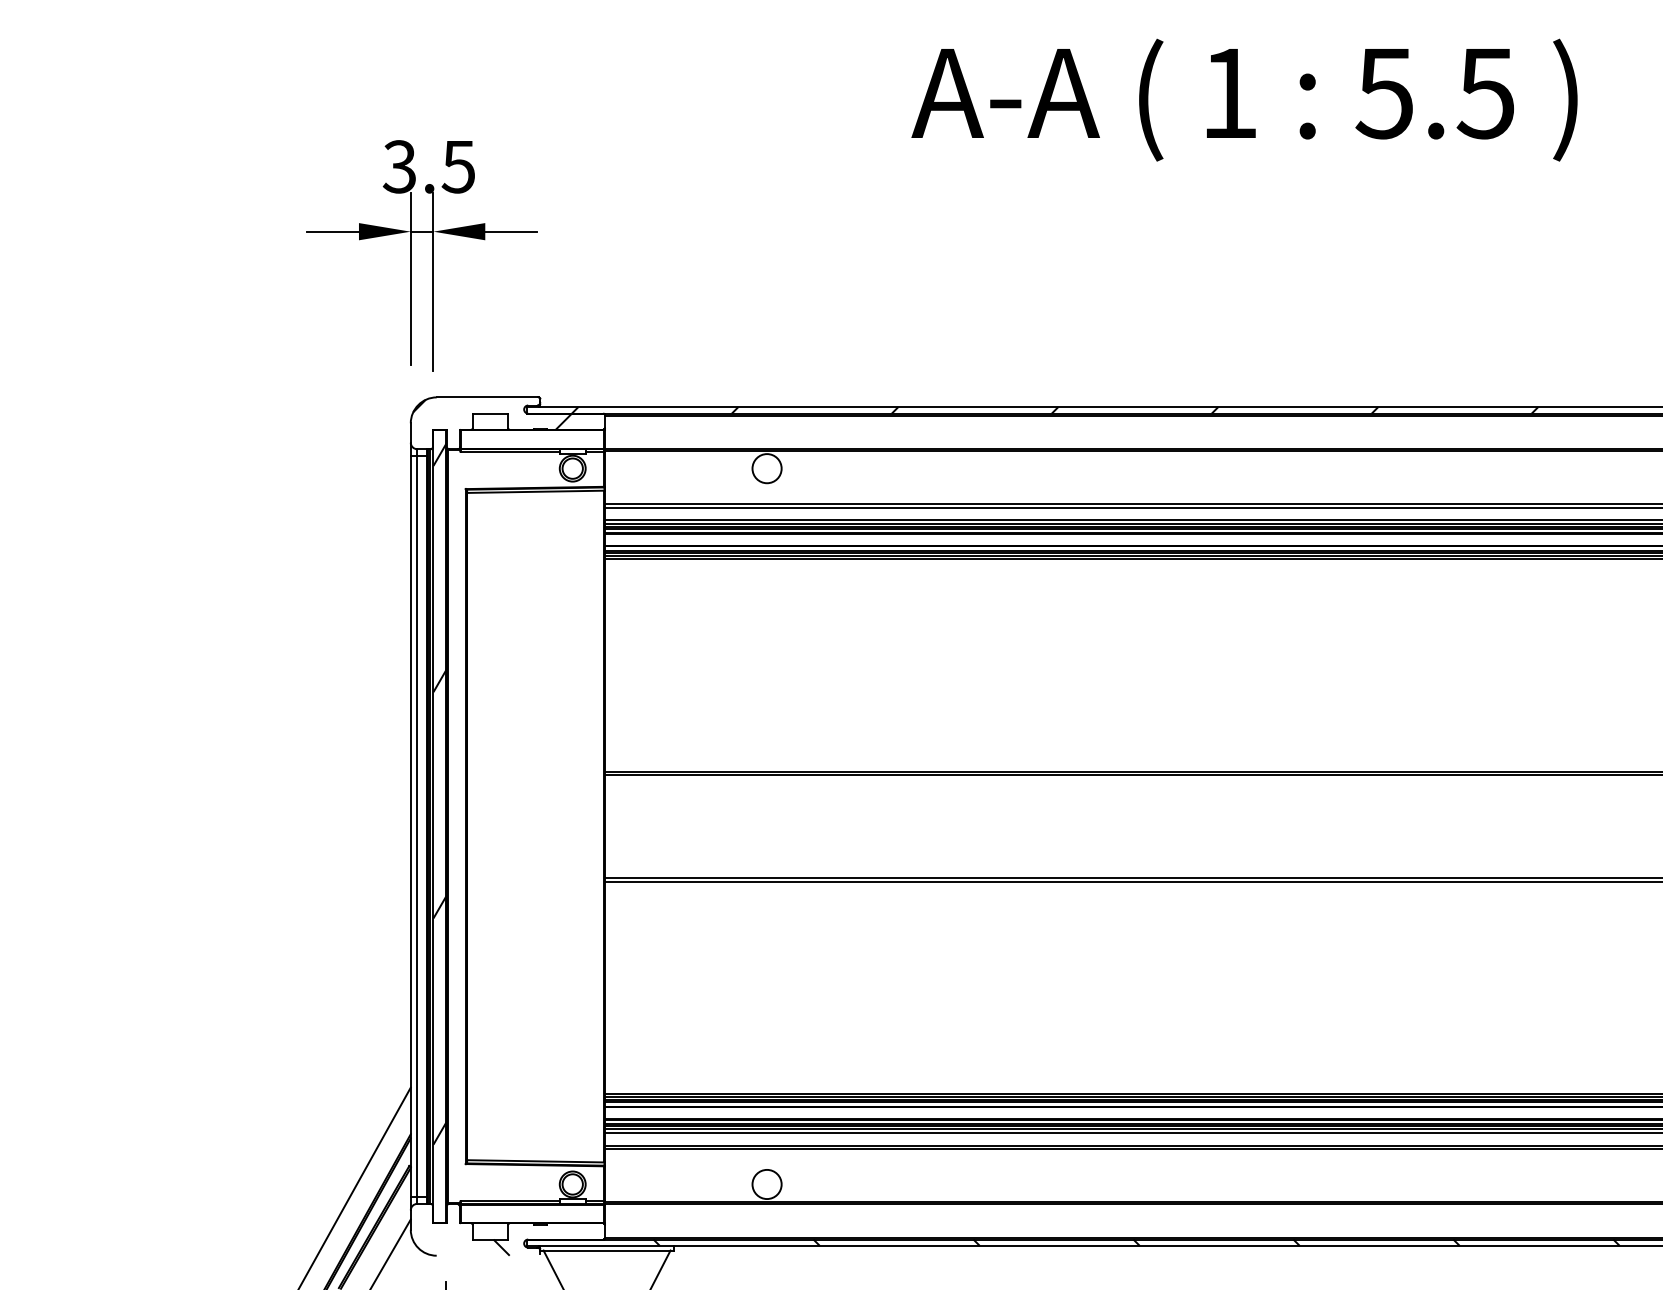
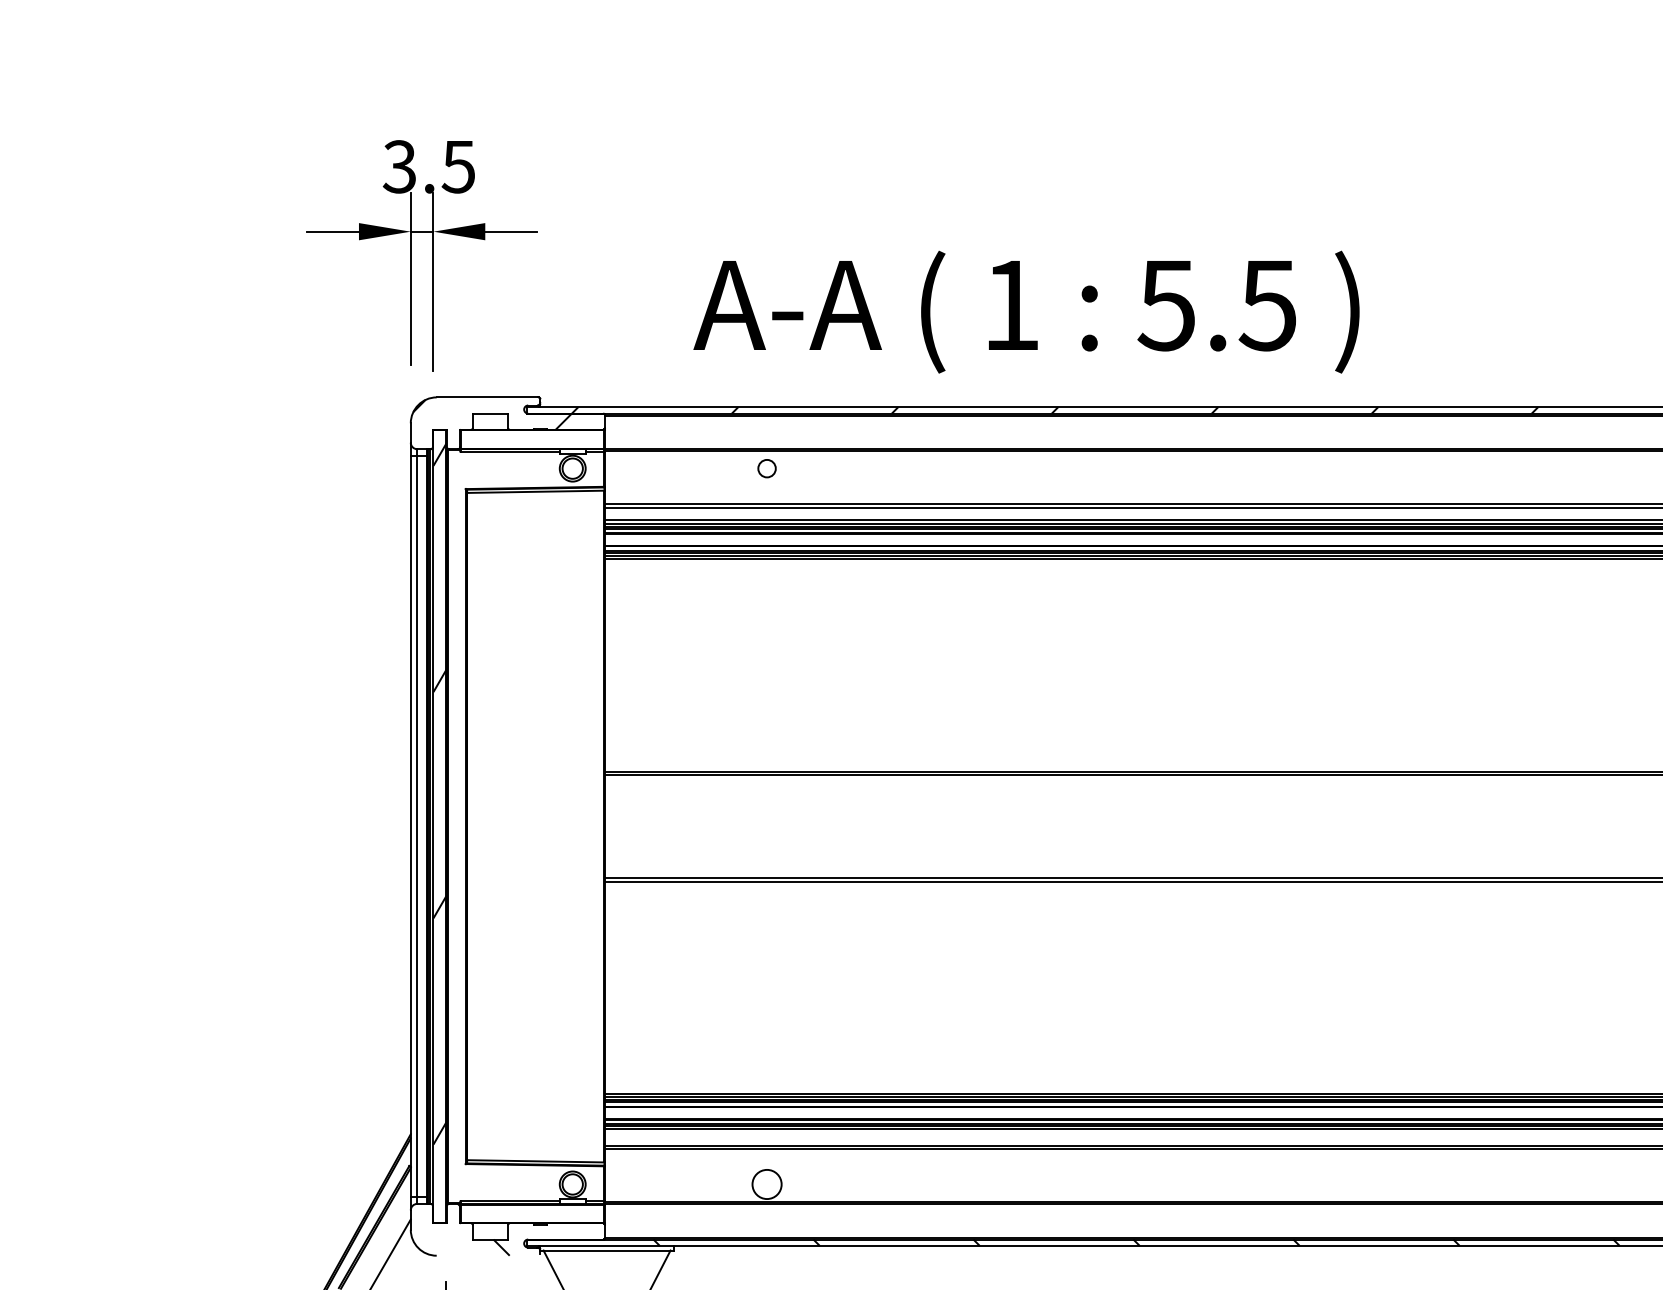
text at (1244, 99) position: (1244, 99) -> (1026, 311)
circle at (766, 468) diameter: 29 px -> 17 px
line at (1132, 1132): present -> none
line at (355, 1186): present -> none
